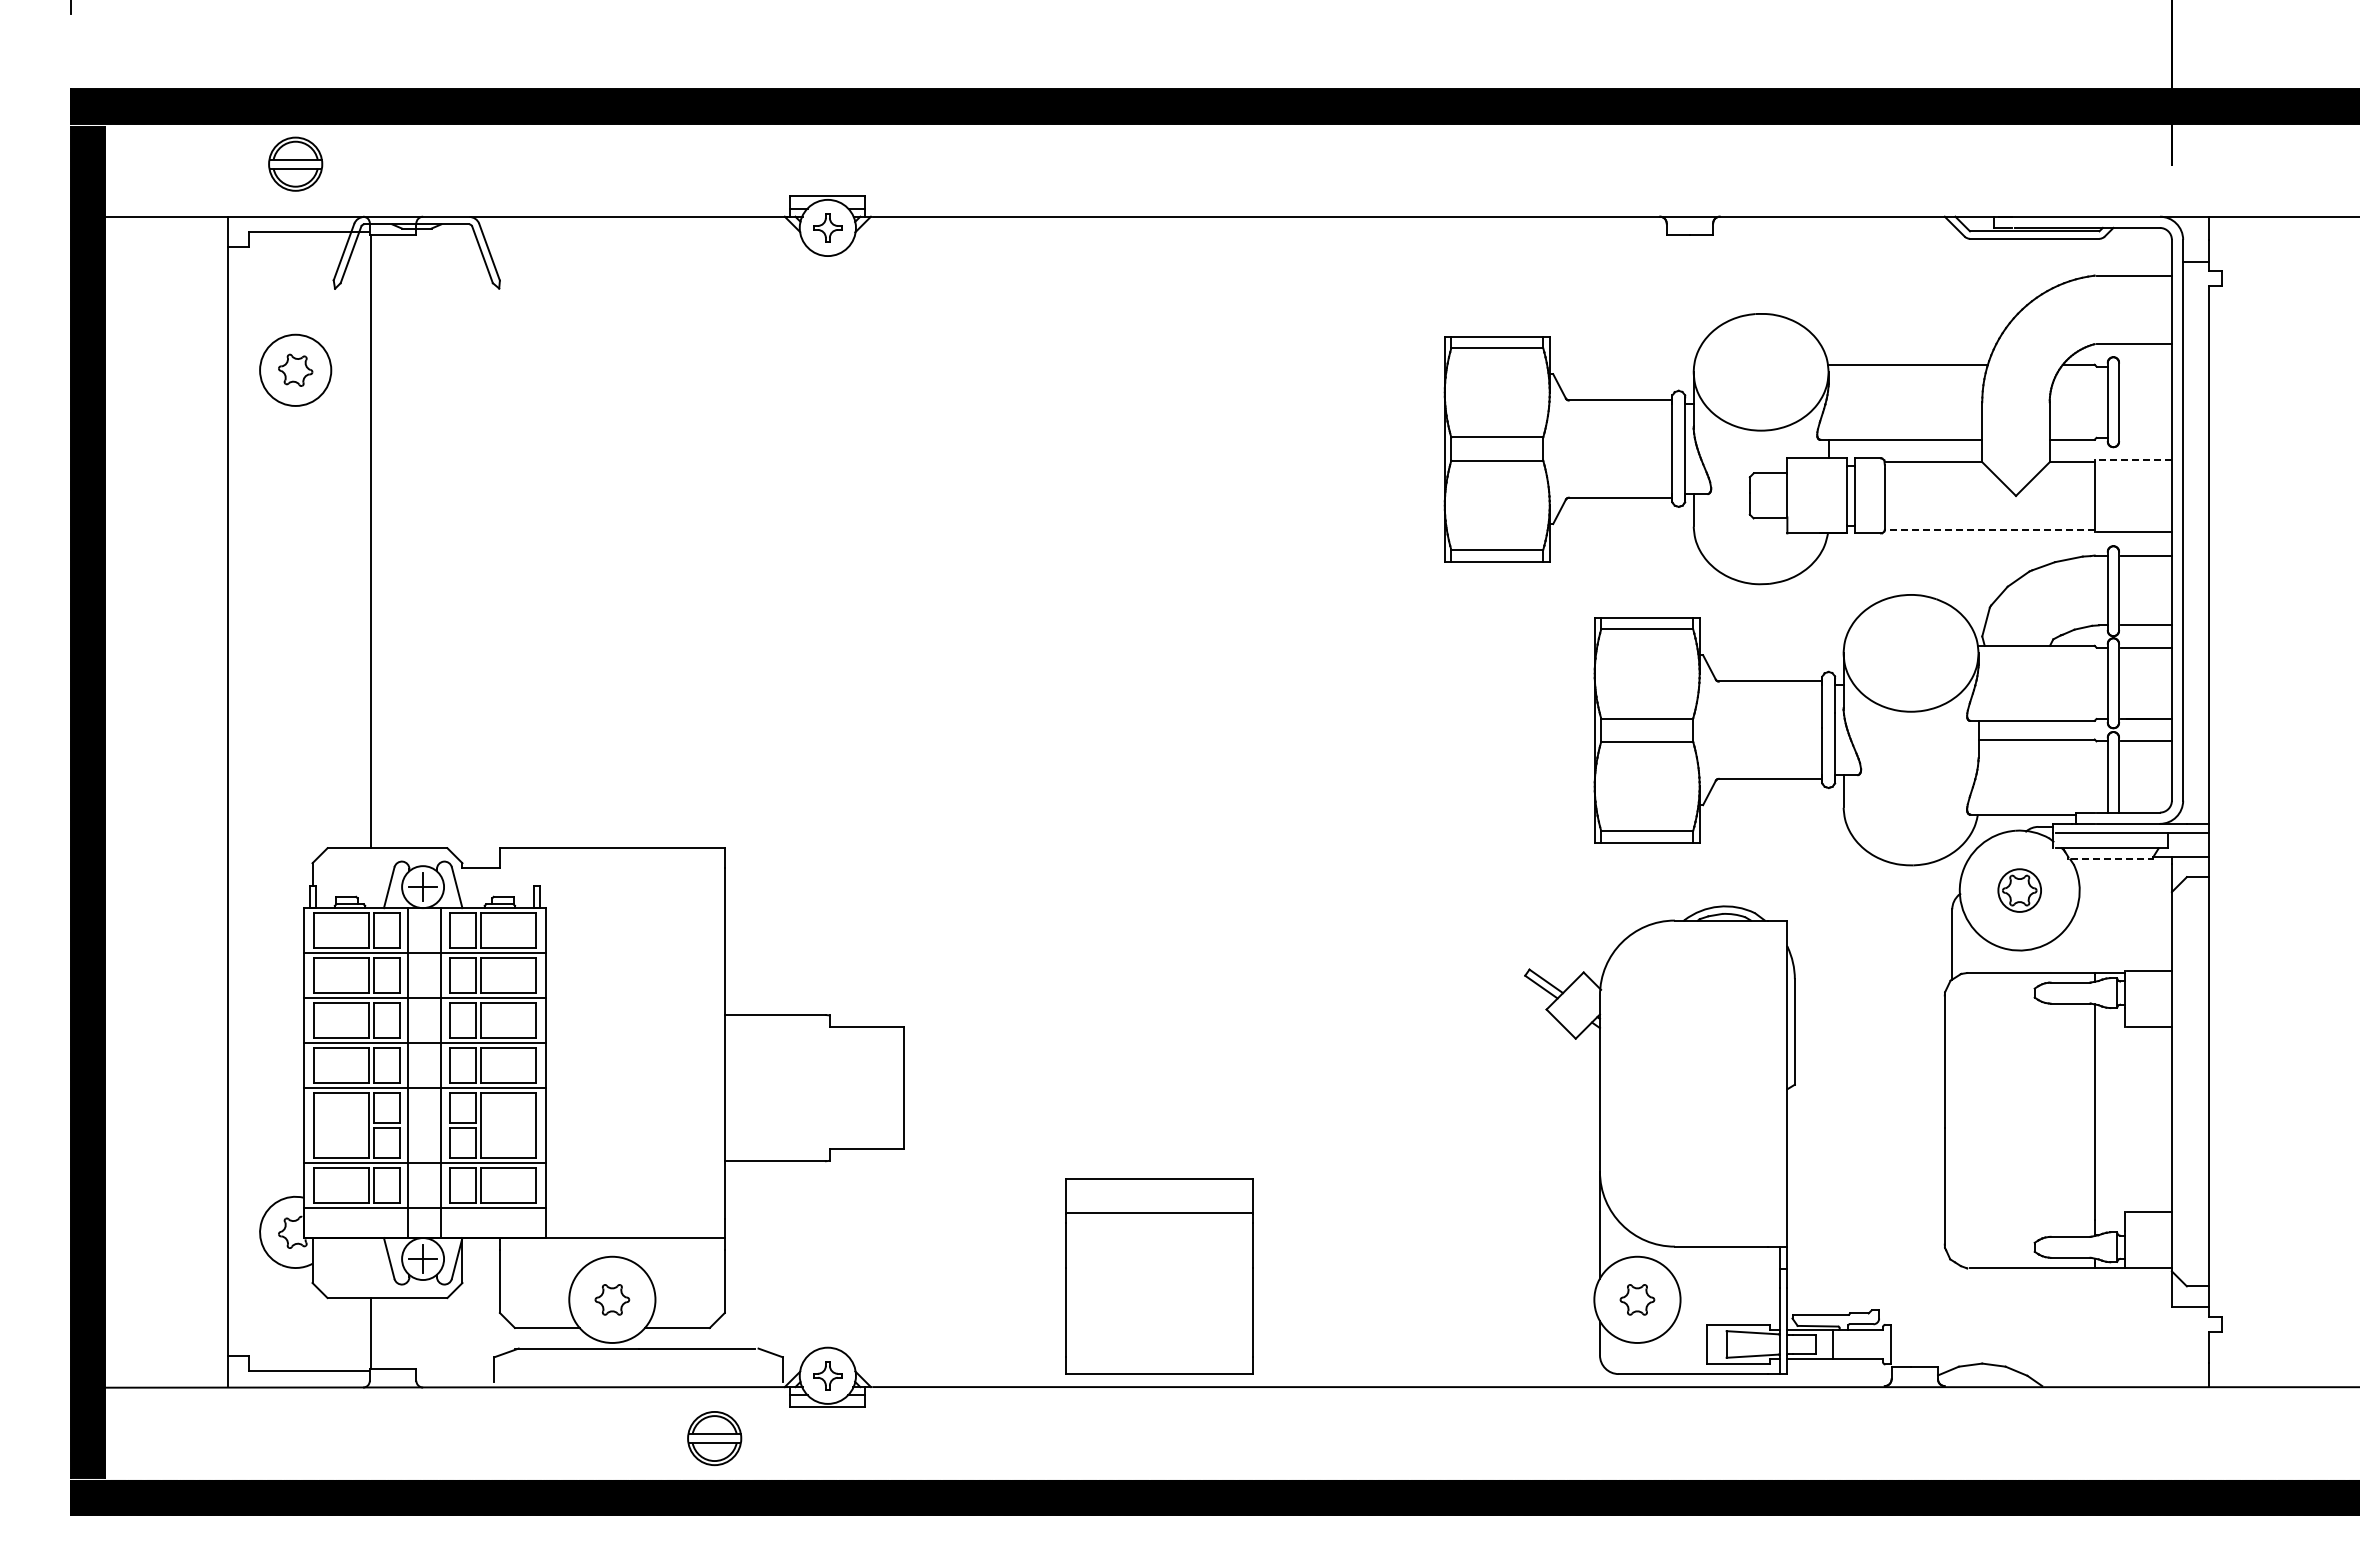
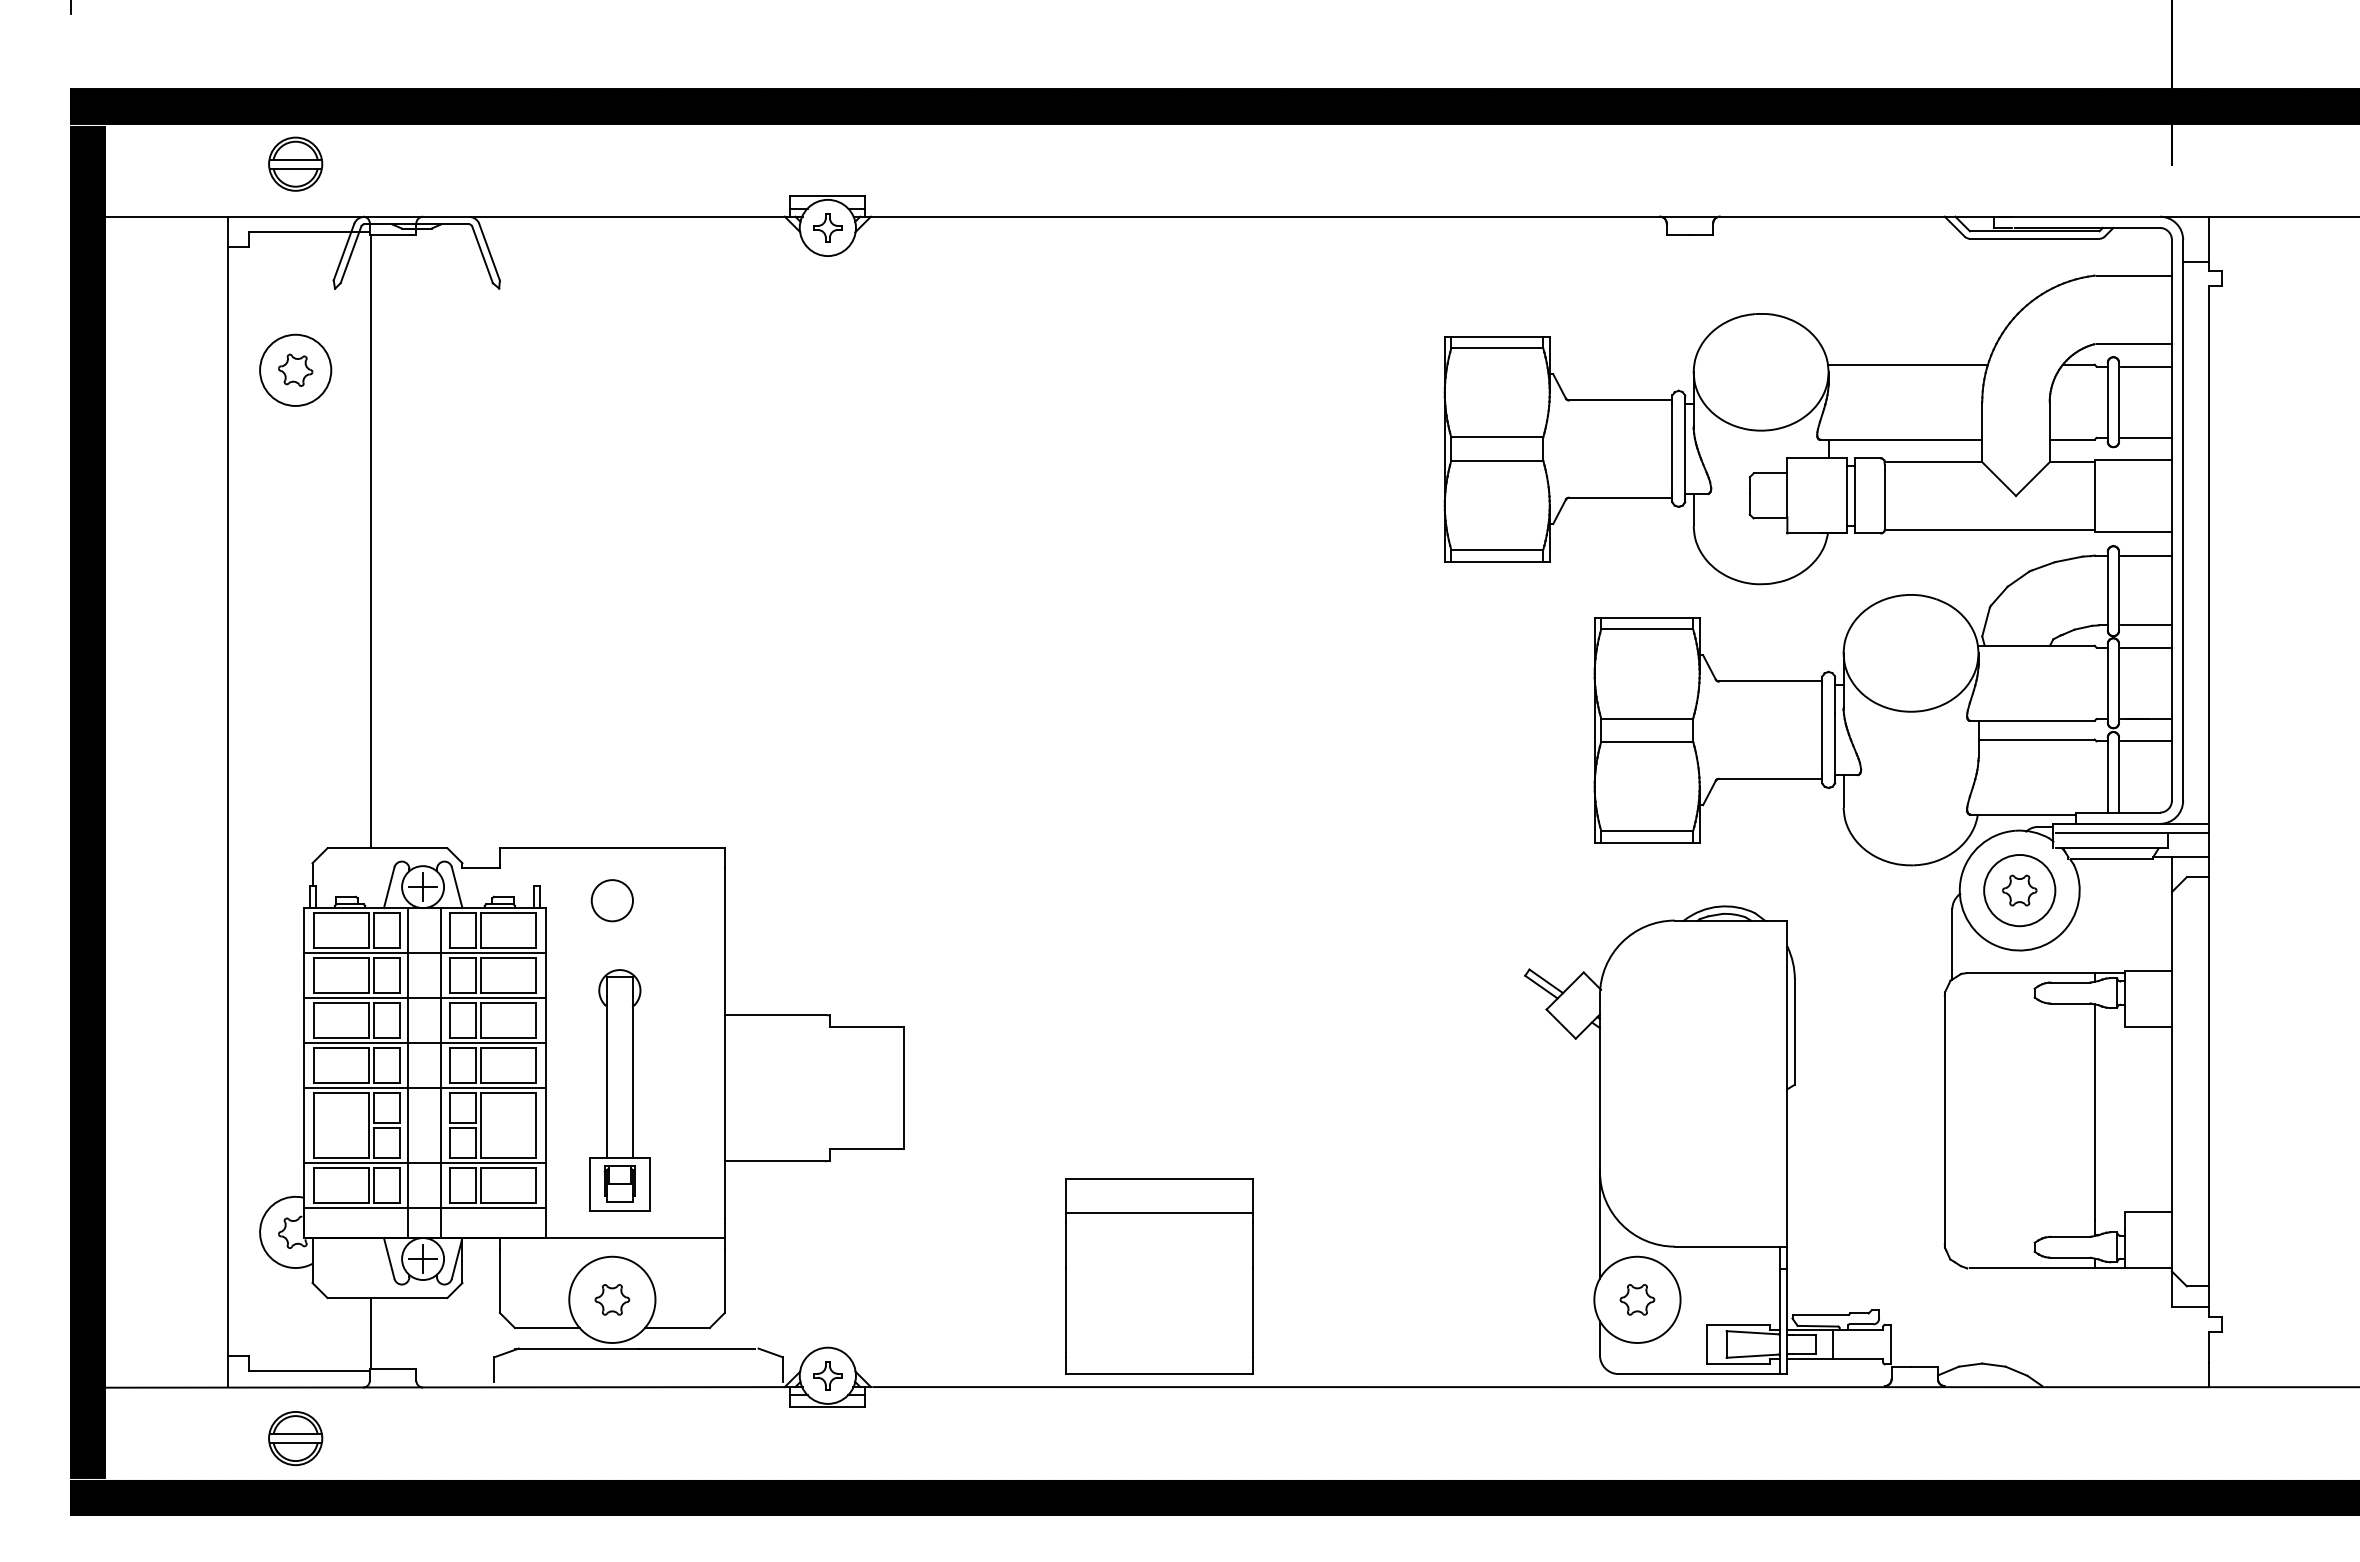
line at (2146, 366): none -> present
line at (2146, 437): none -> present
line at (2133, 460): dashed -> solid
line at (1989, 529): dashed -> solid
line at (2112, 859): dashed -> solid
circle at (2019, 890) diameter: 43 px -> 71 px
circle at (611, 900): none -> present
part at (619, 1090): none -> present
part at (714, 1438) position: (714, 1438) -> (295, 1438)
